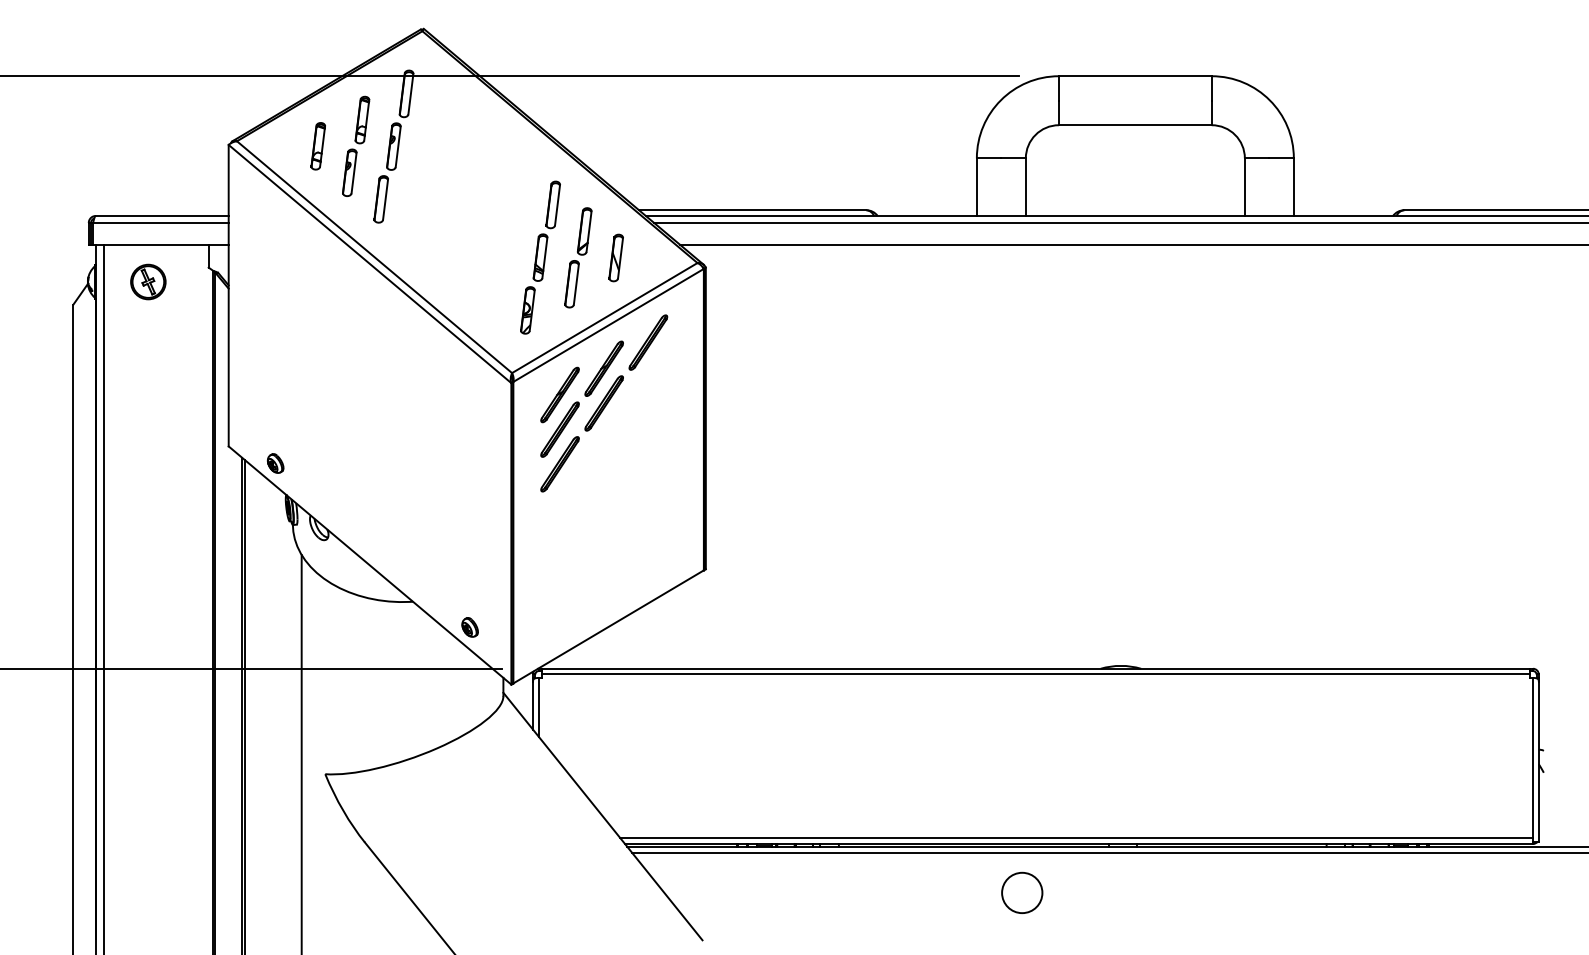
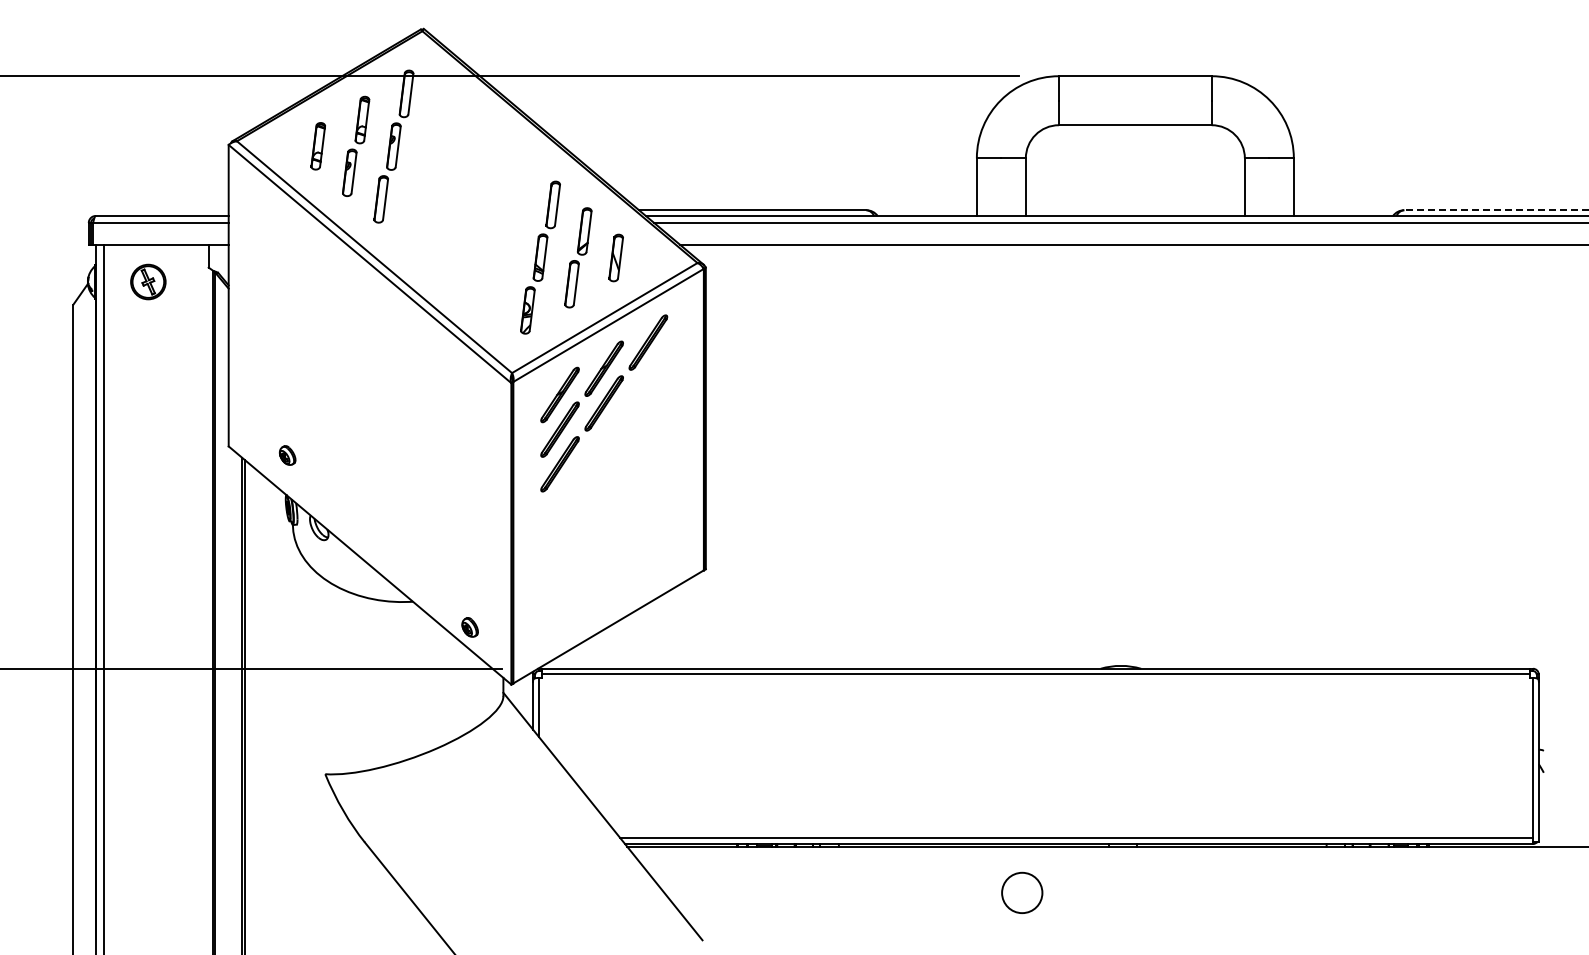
line at (1496, 210): solid -> dashed
part at (275, 463) position: (275, 463) -> (287, 455)
line at (301, 752): present -> none
line at (1108, 852): present -> none
